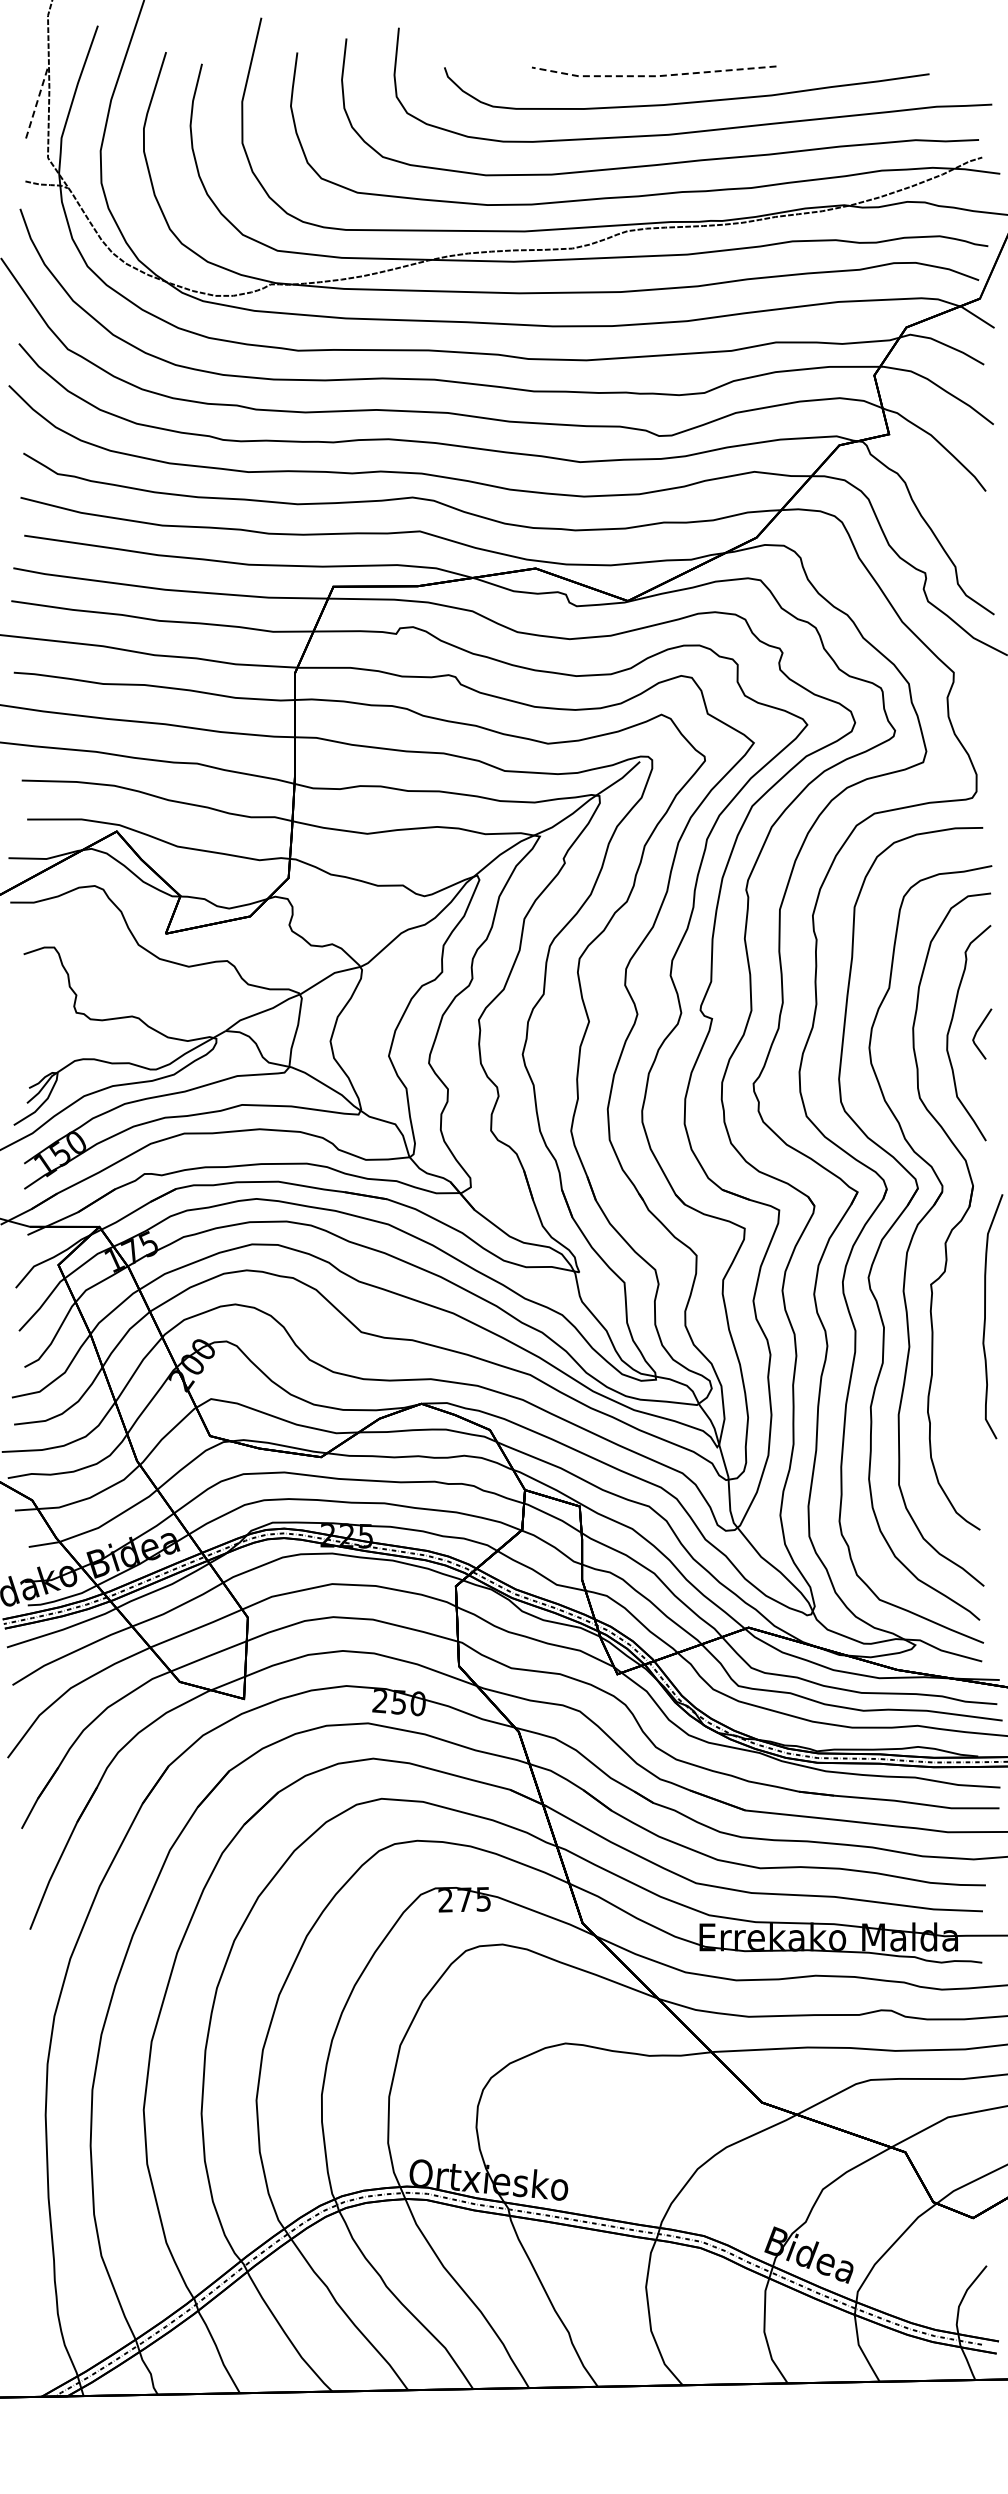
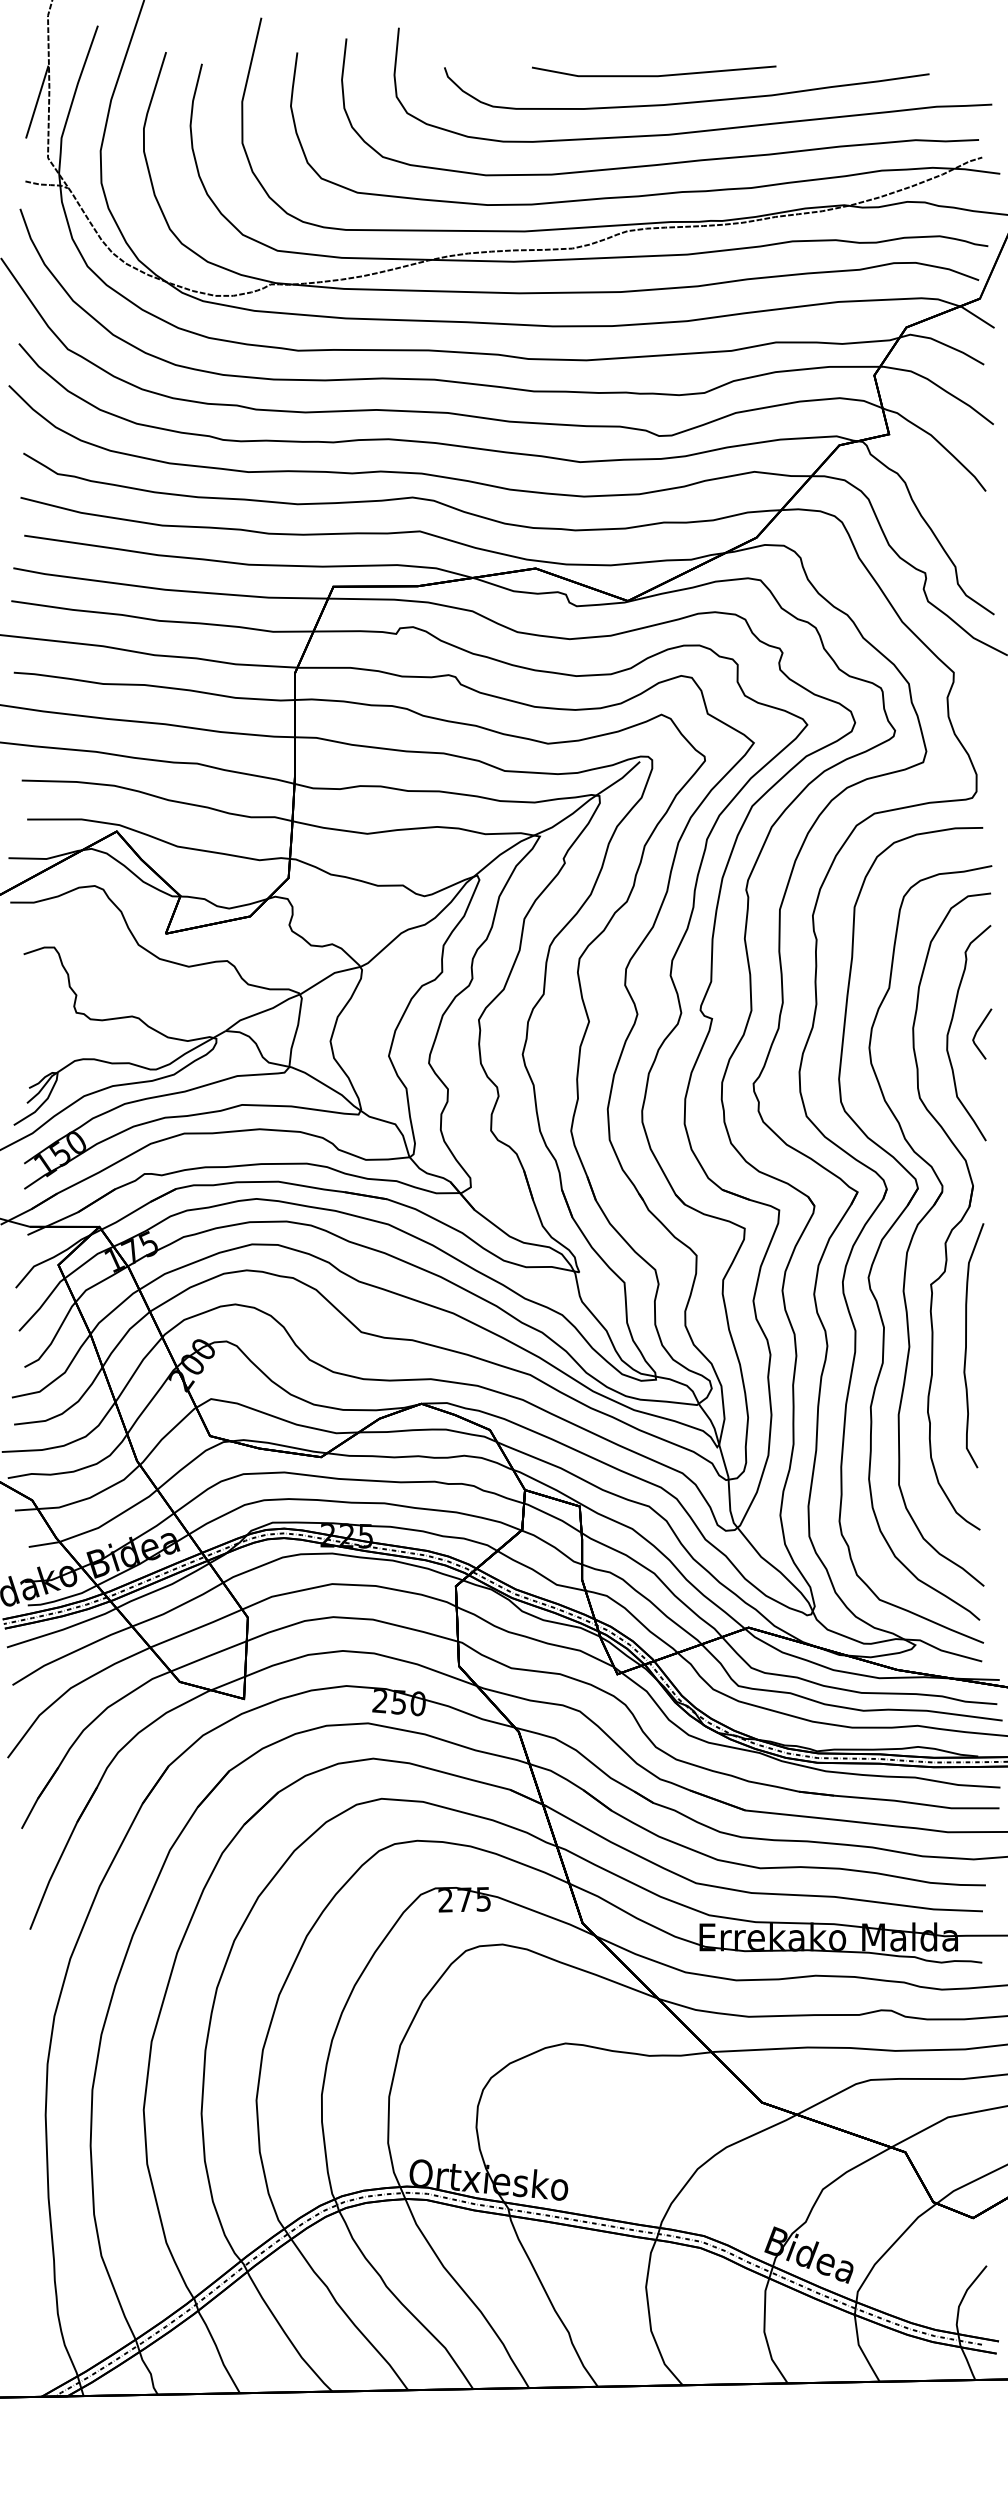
line at (652, 76): dashed -> solid
line at (37, 101): dashed -> solid
curve at (985, 1316) position: (985, 1316) -> (966, 1345)
